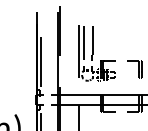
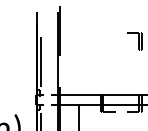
part at (96, 53): present -> none
part at (134, 69) position: (134, 69) -> (134, 41)
